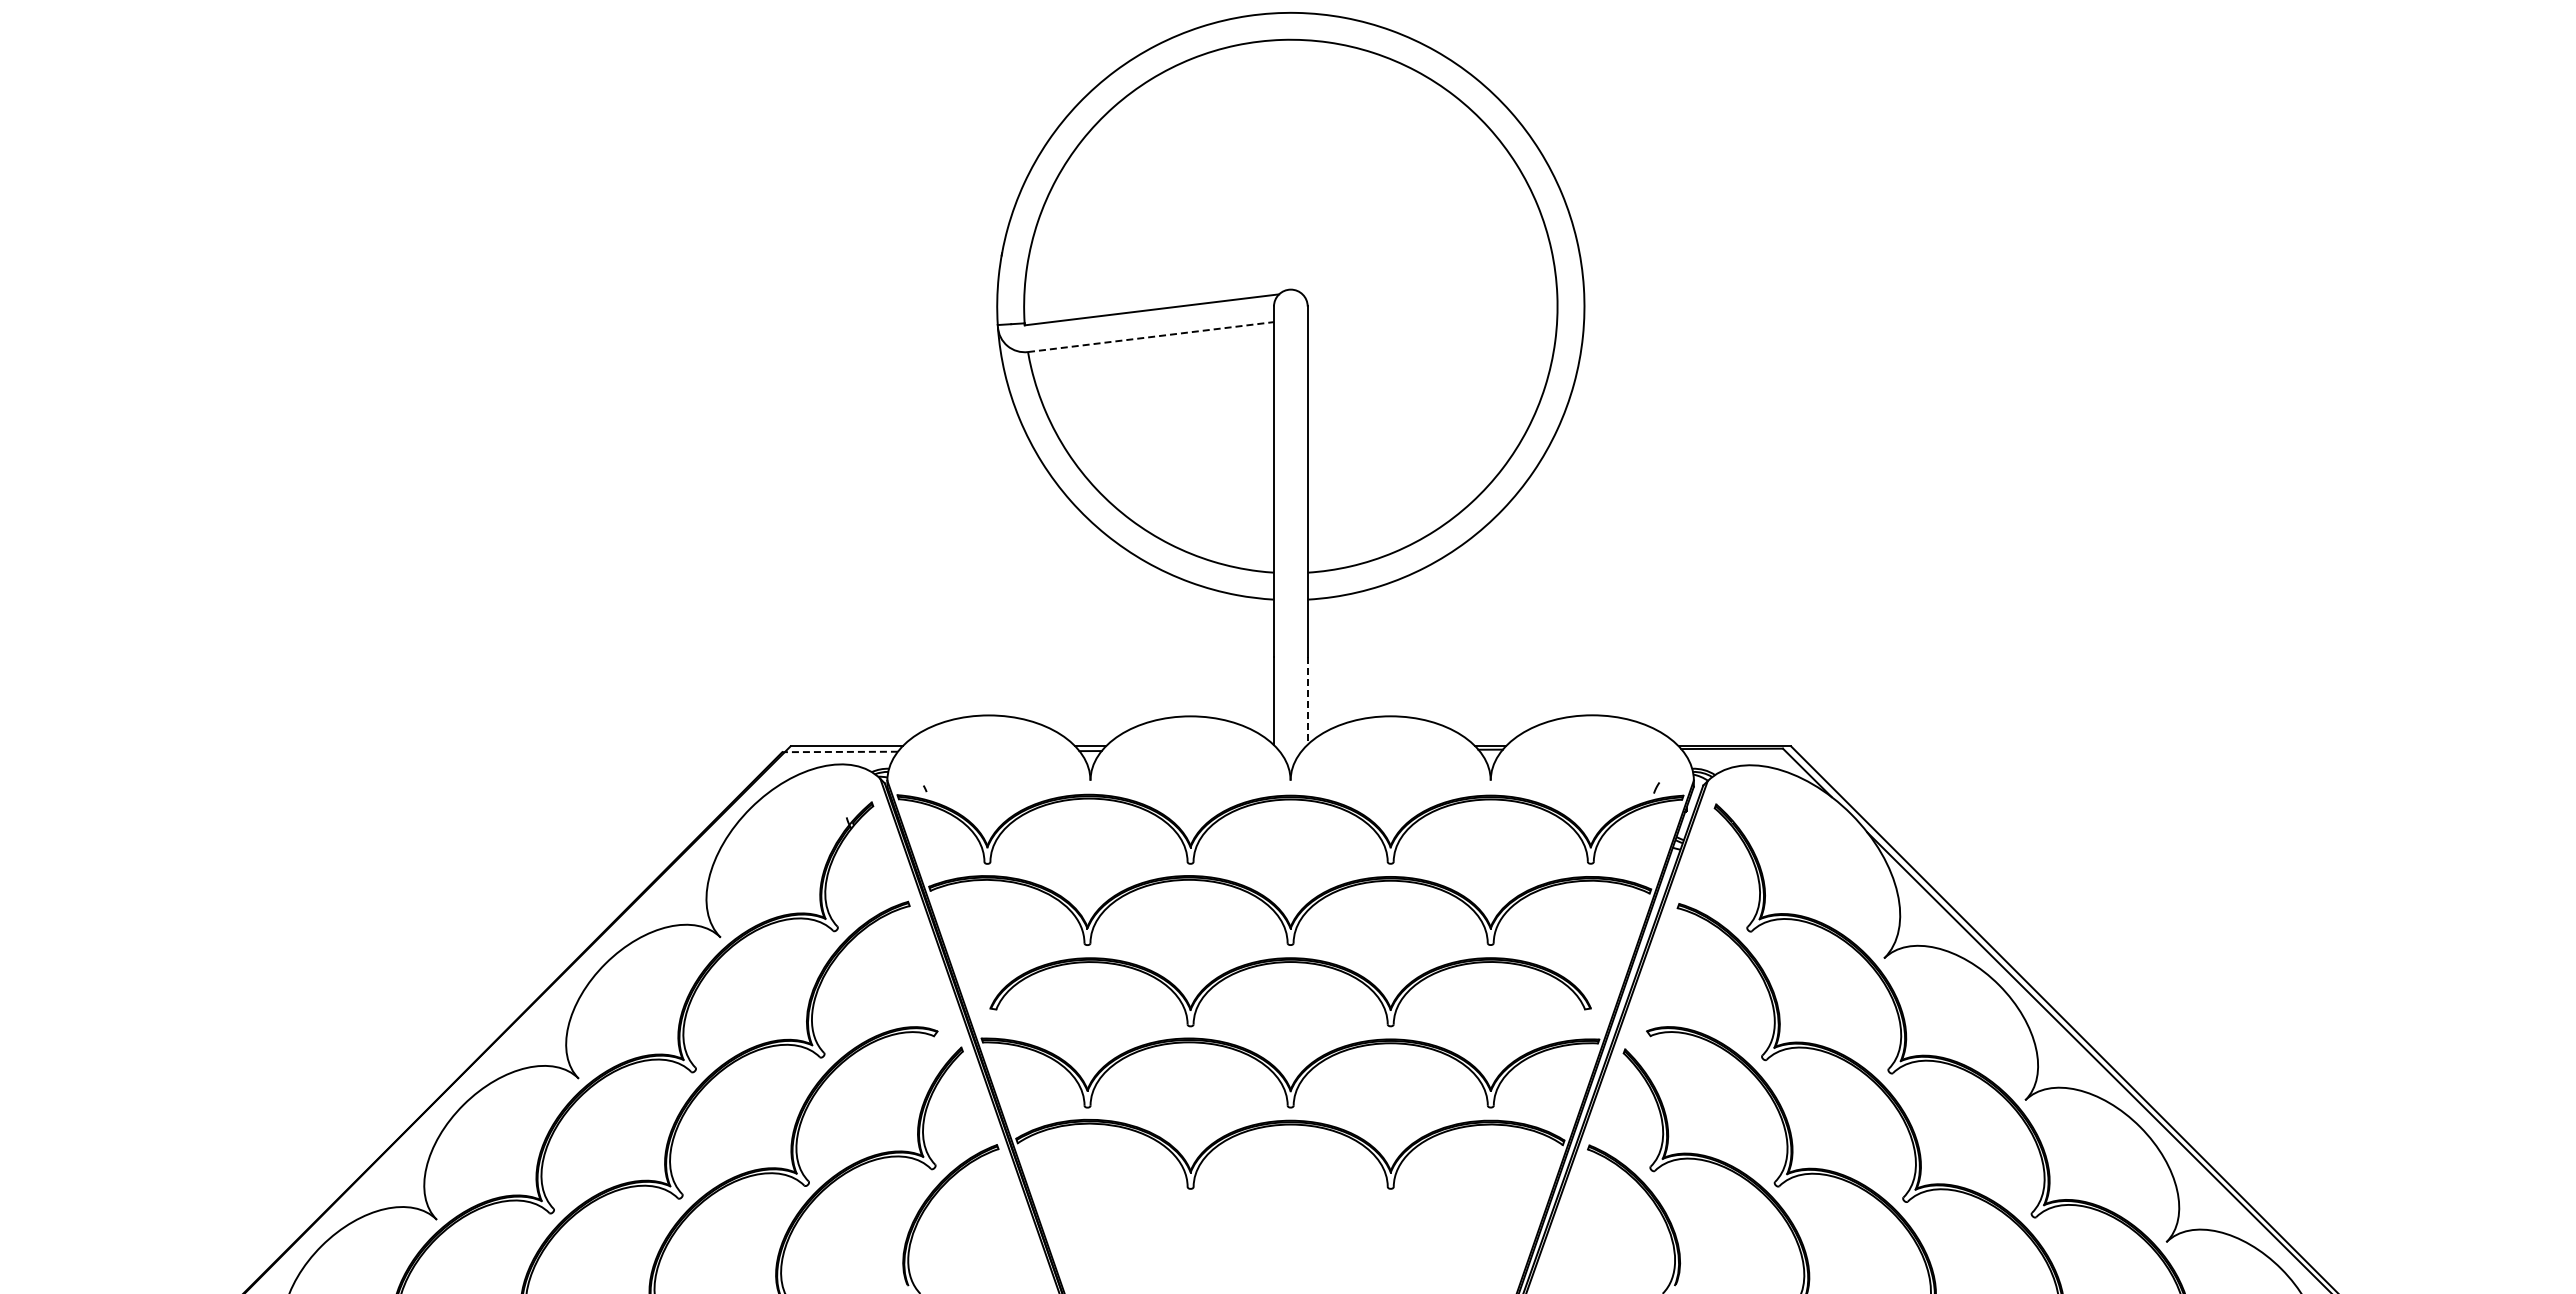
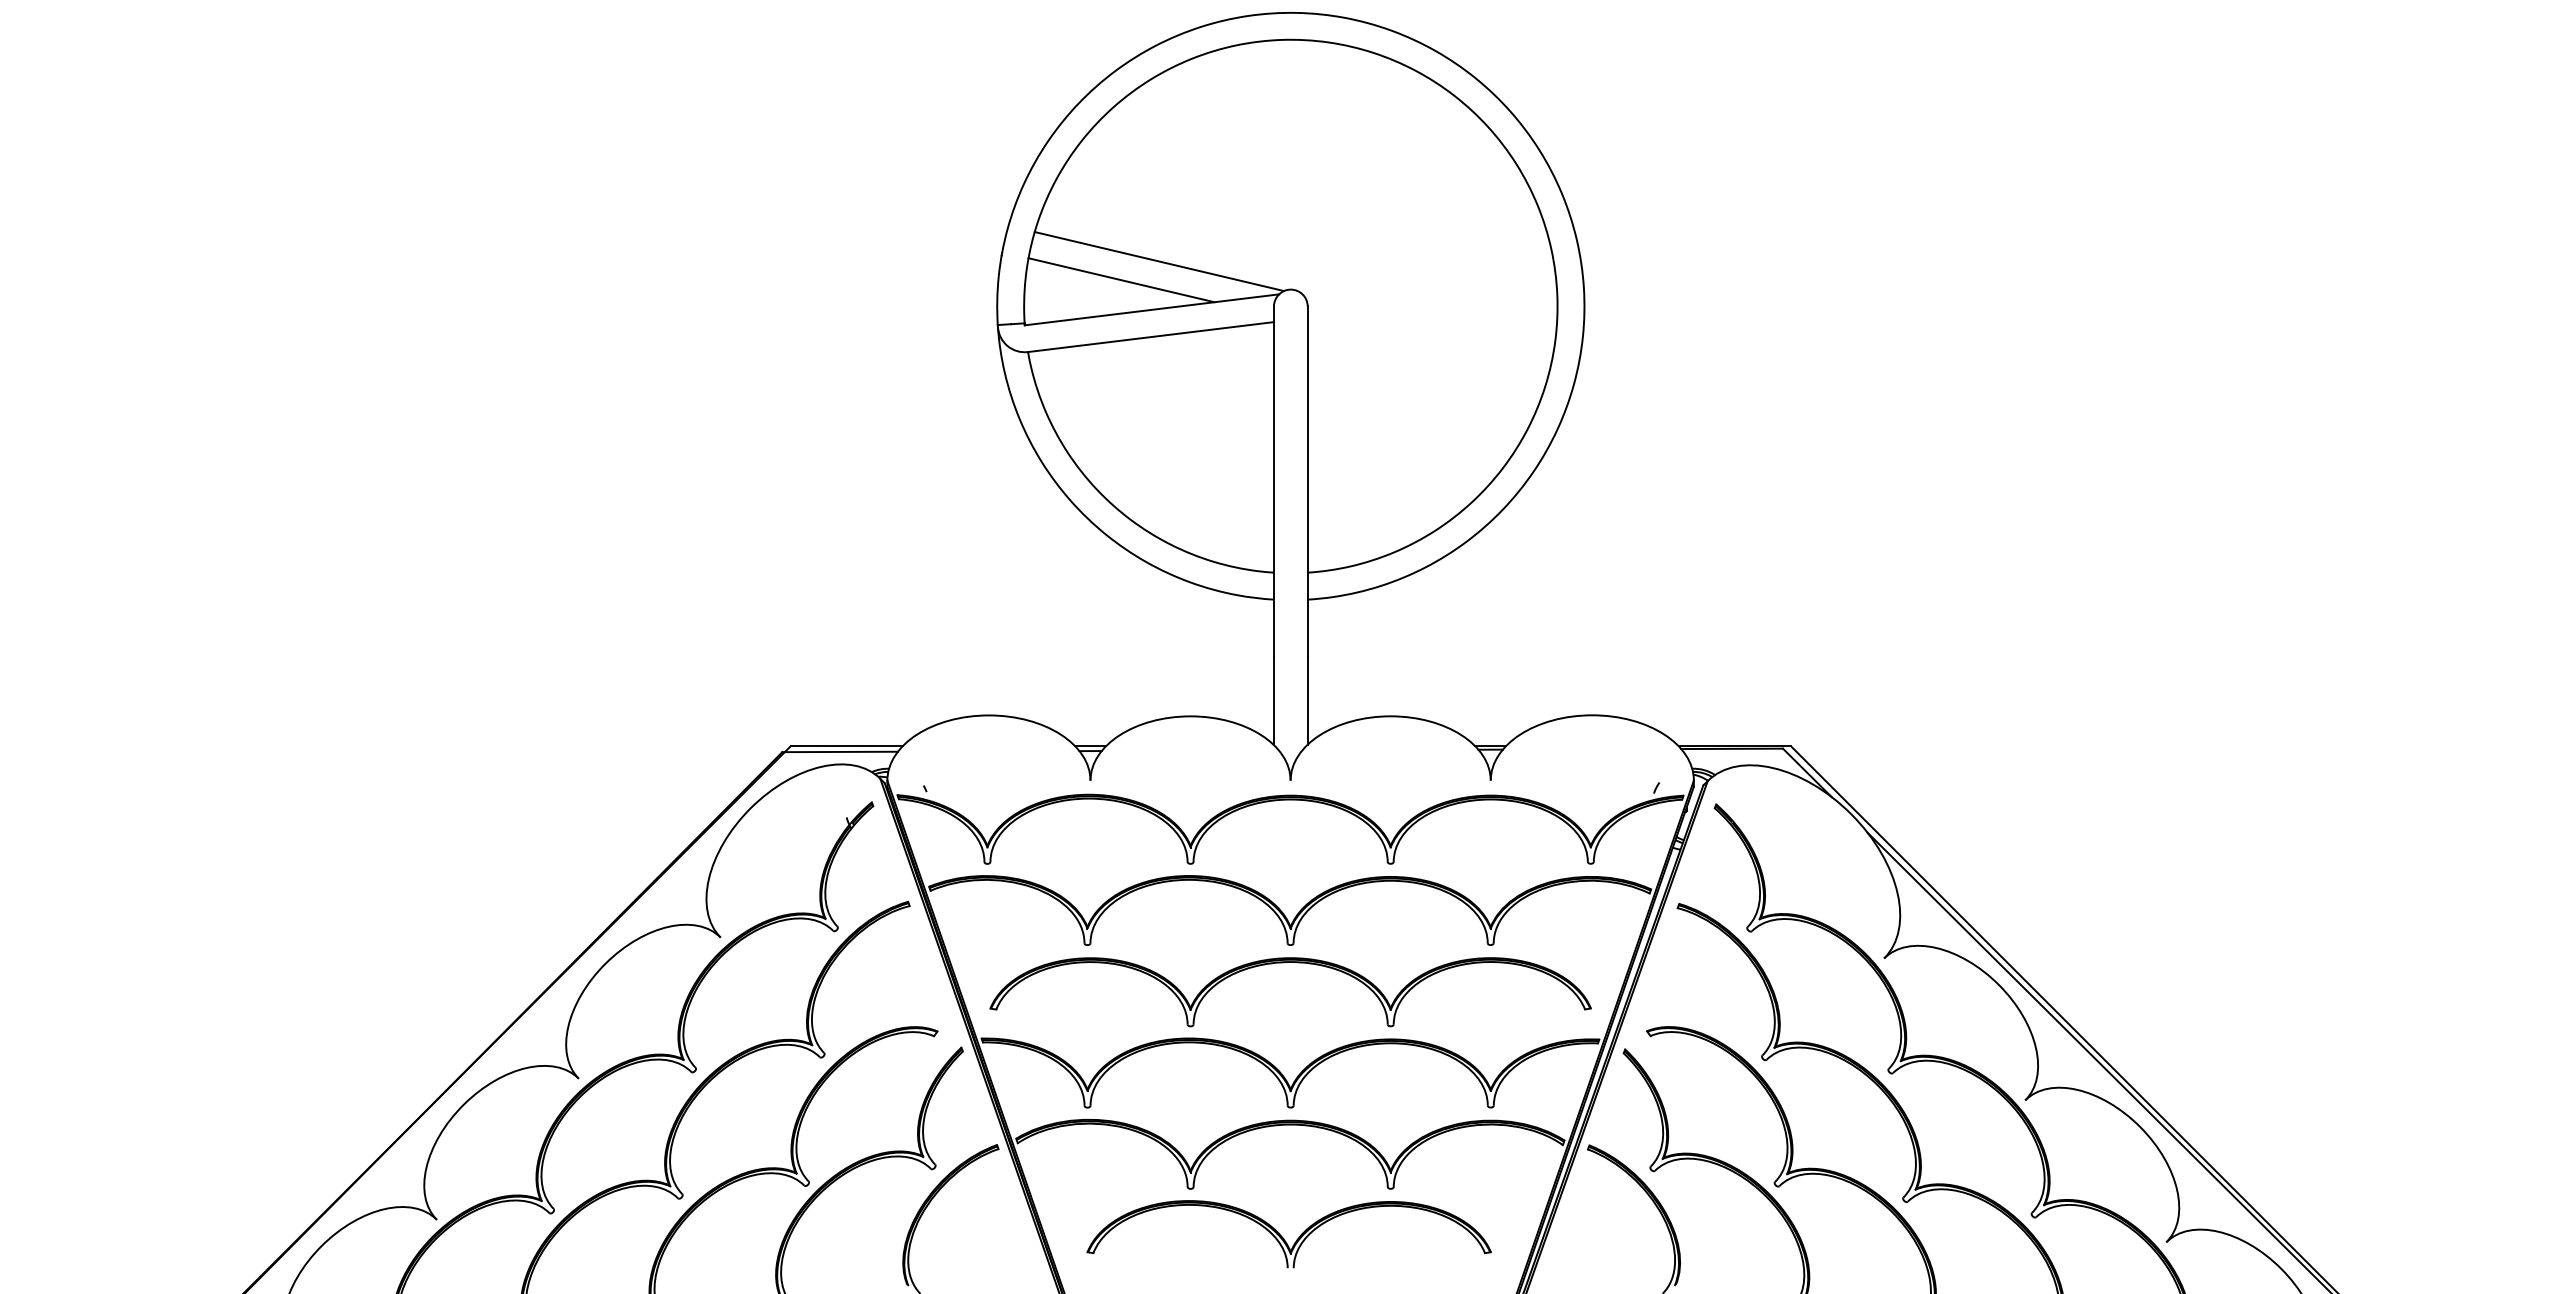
line at (1159, 261): none -> present
line at (1121, 280): none -> present
line at (1151, 337): dashed -> solid
line at (1307, 700): dashed -> solid
line at (840, 751): dashed -> solid
part at (1288, 1234): none -> present
